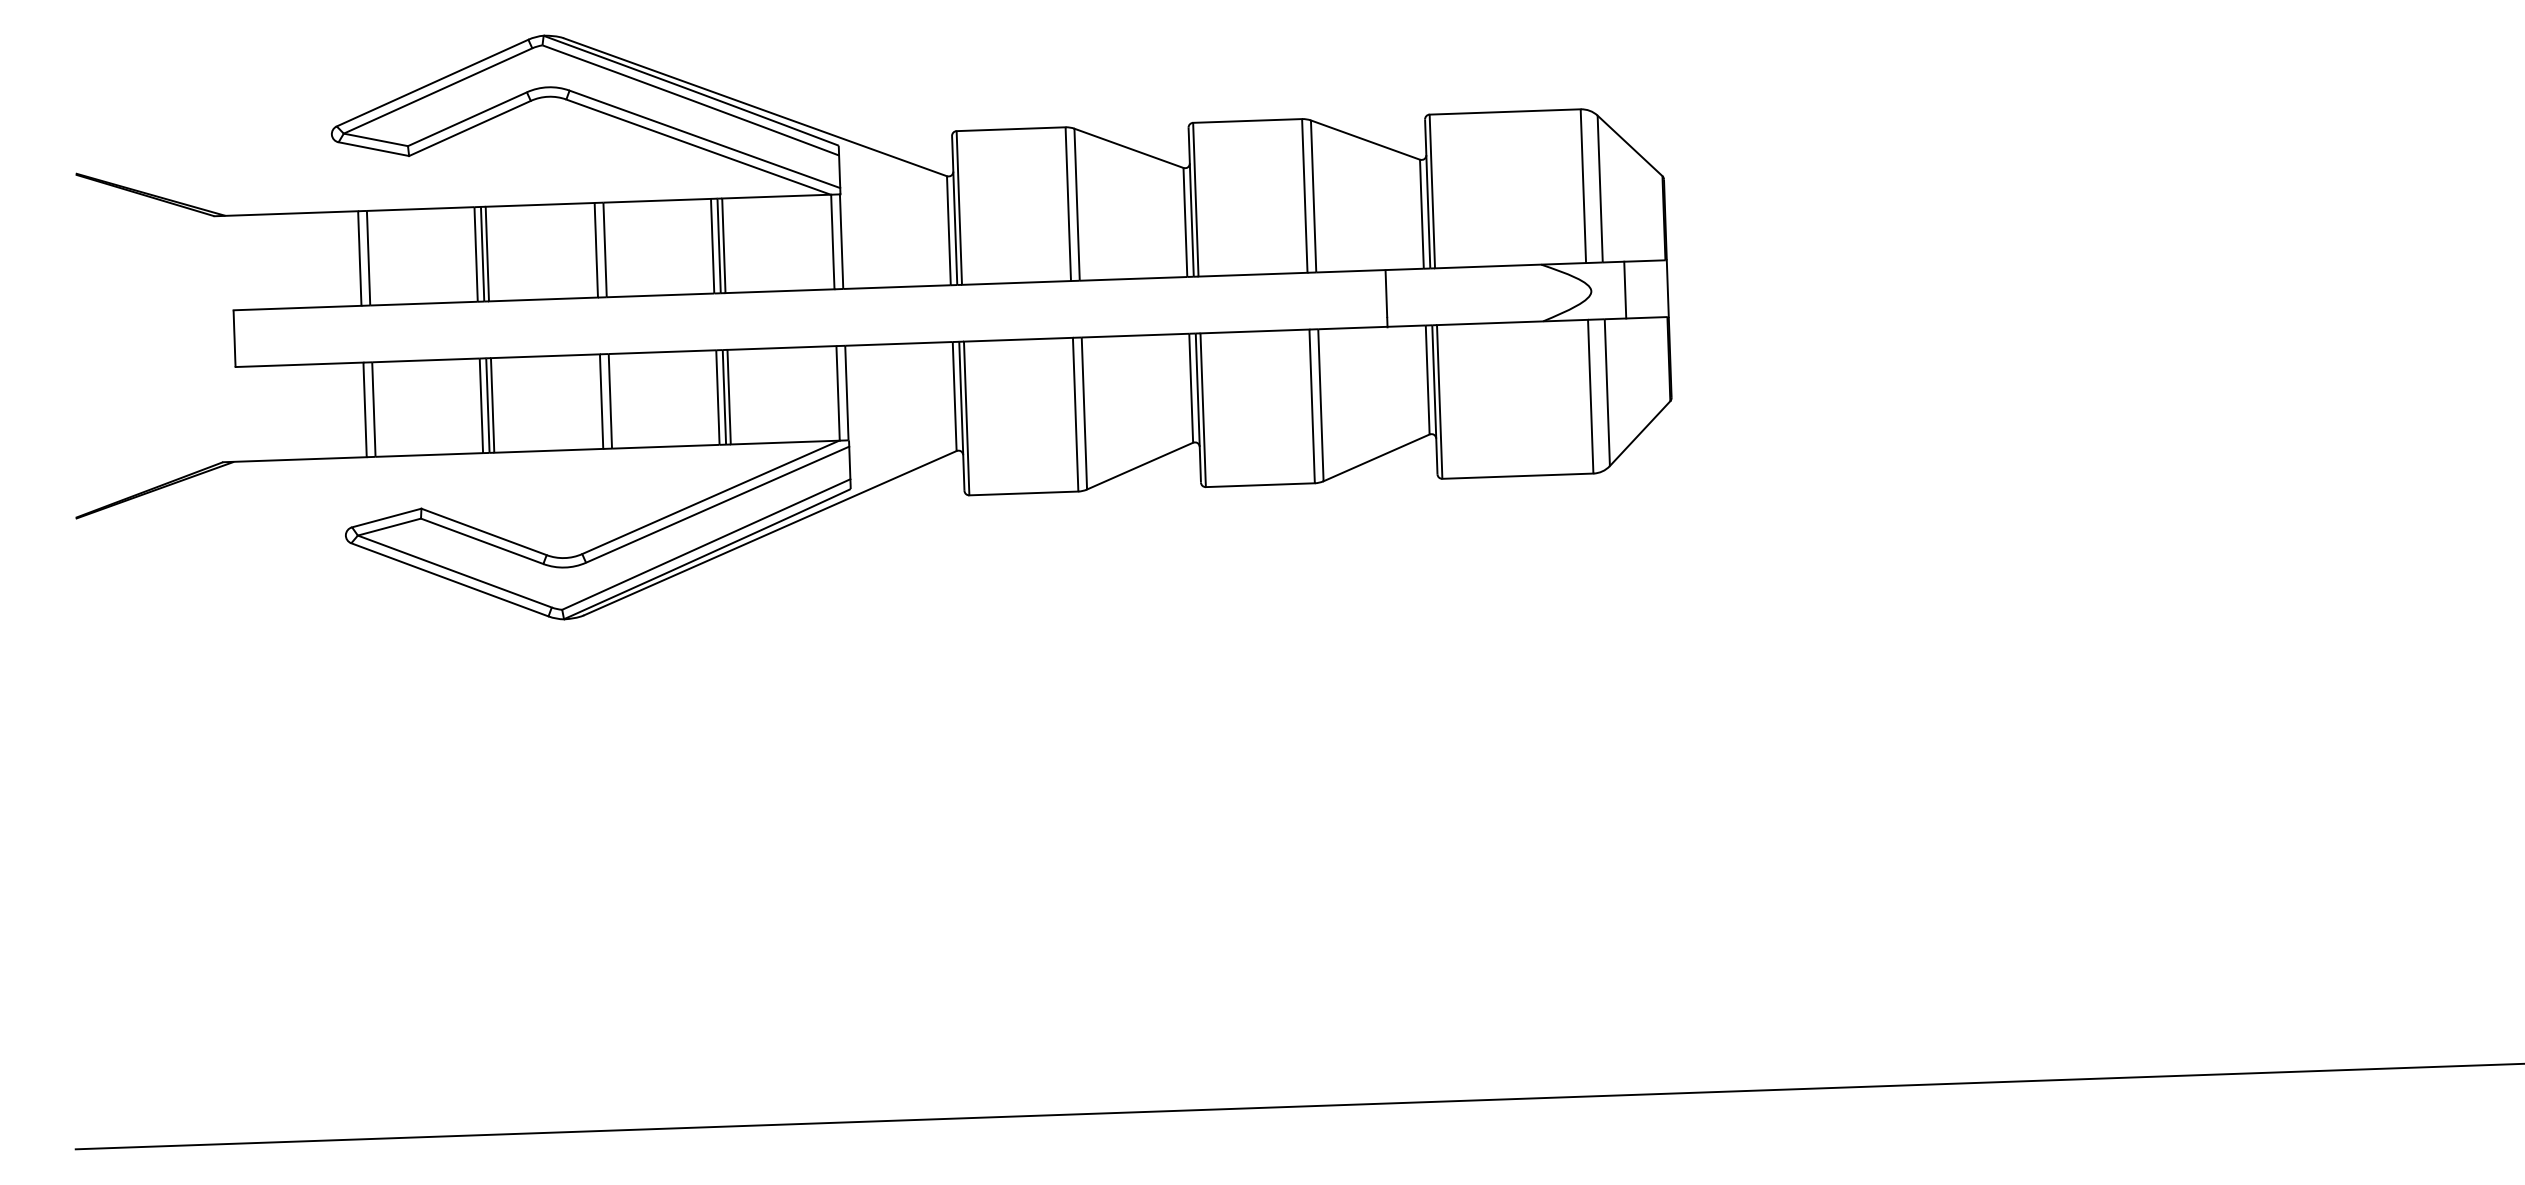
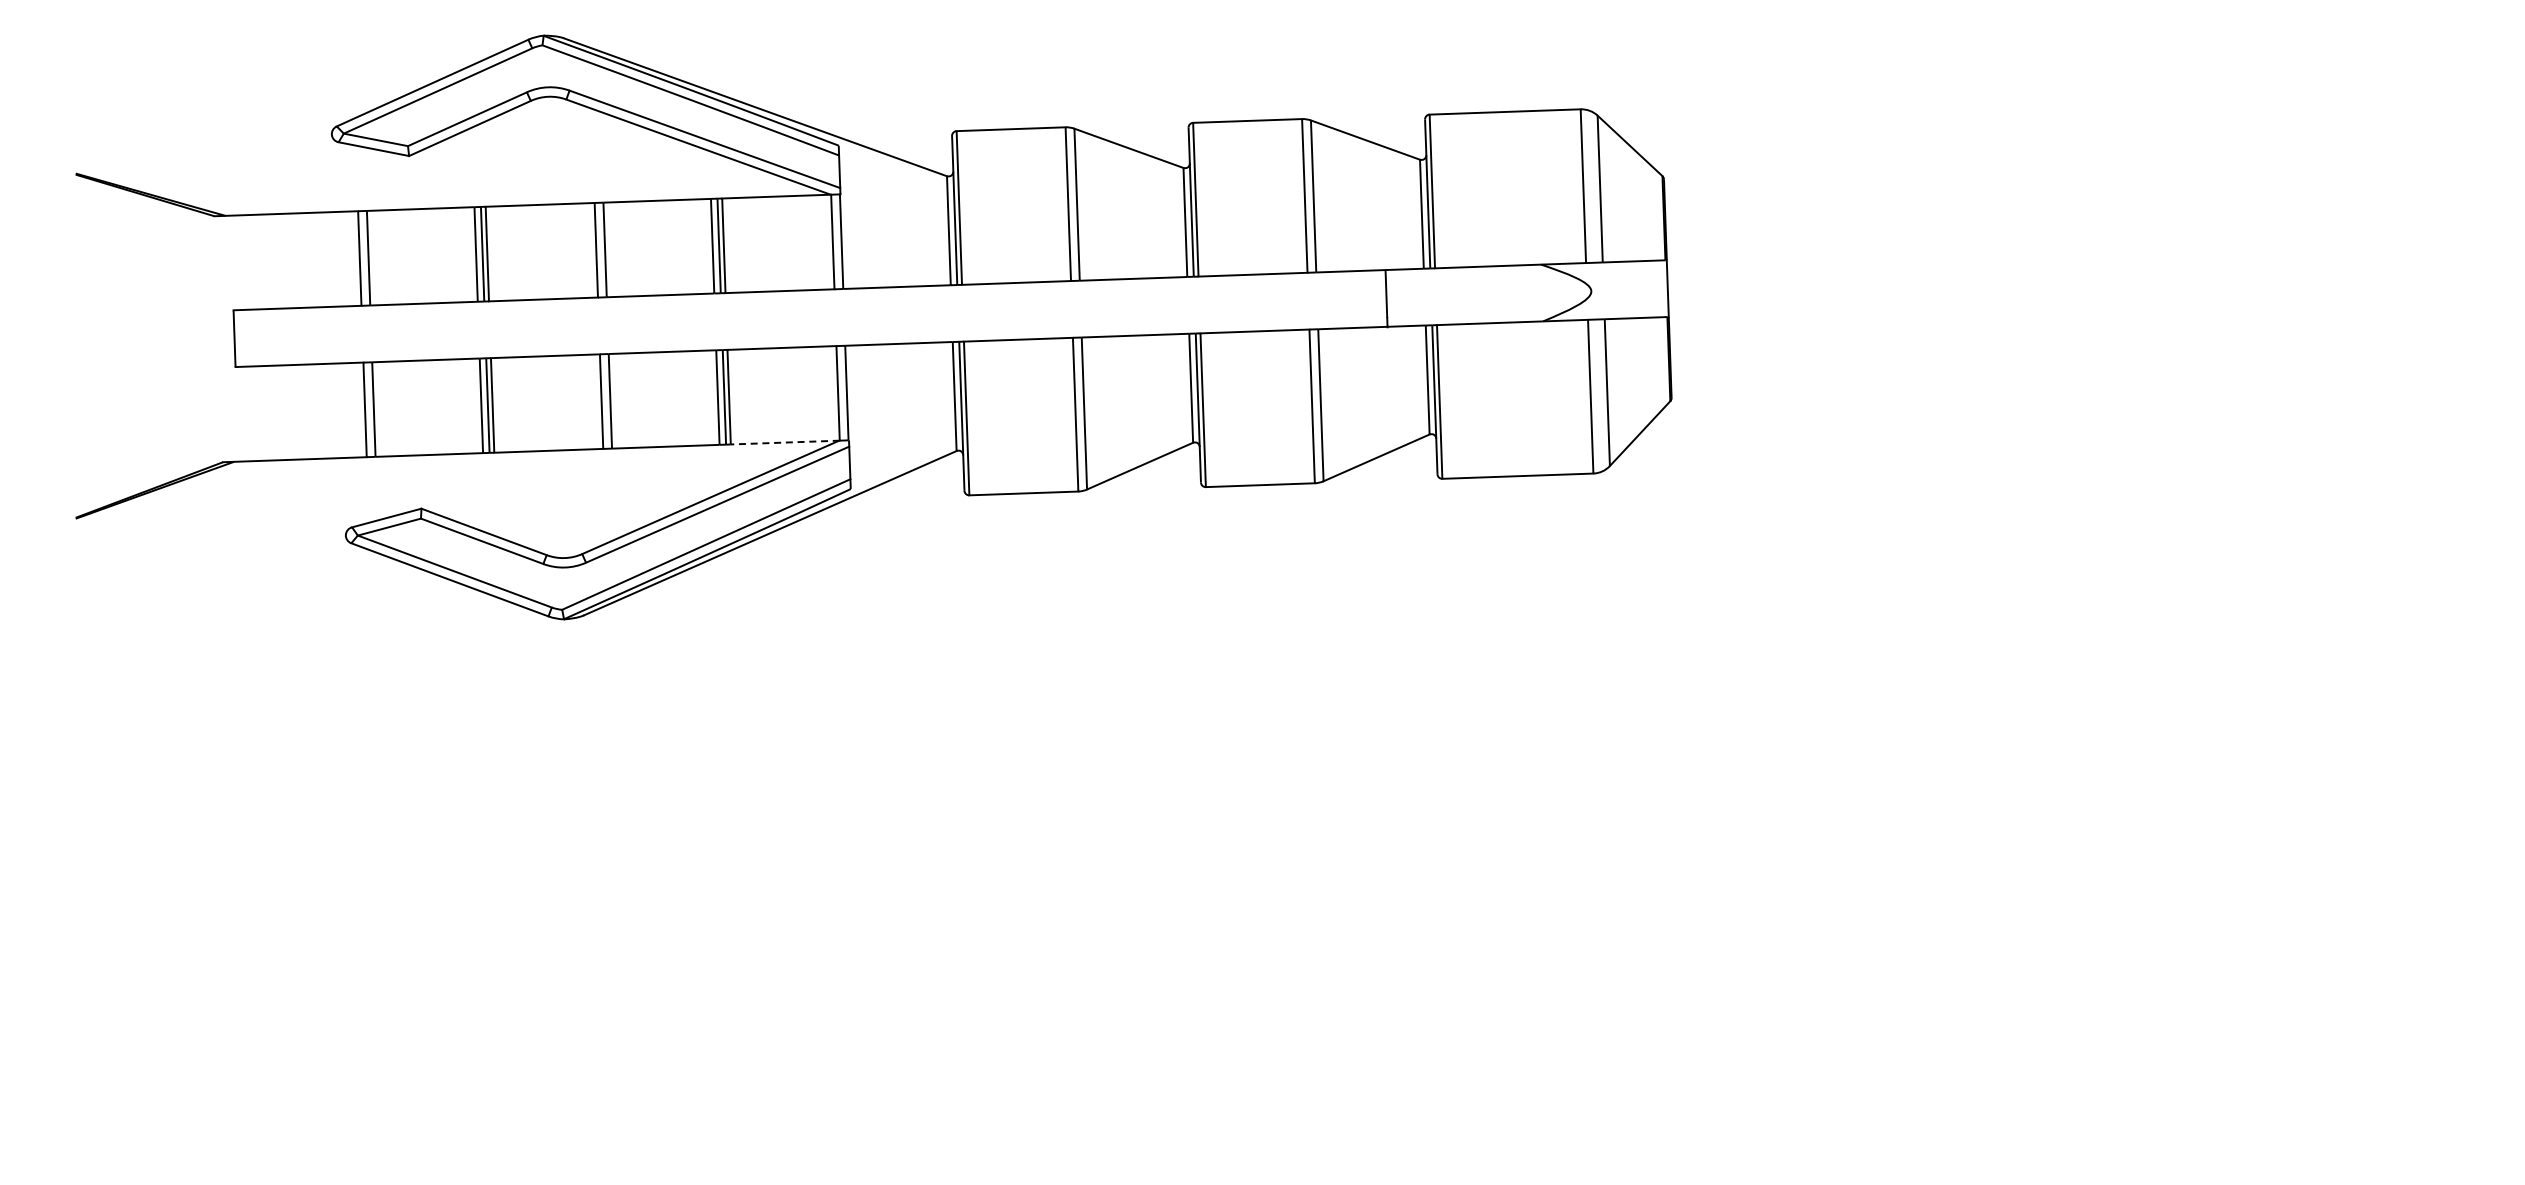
line at (1625, 289): present -> none
line at (785, 442): solid -> dashed
line at (1298, 1106): present -> none
